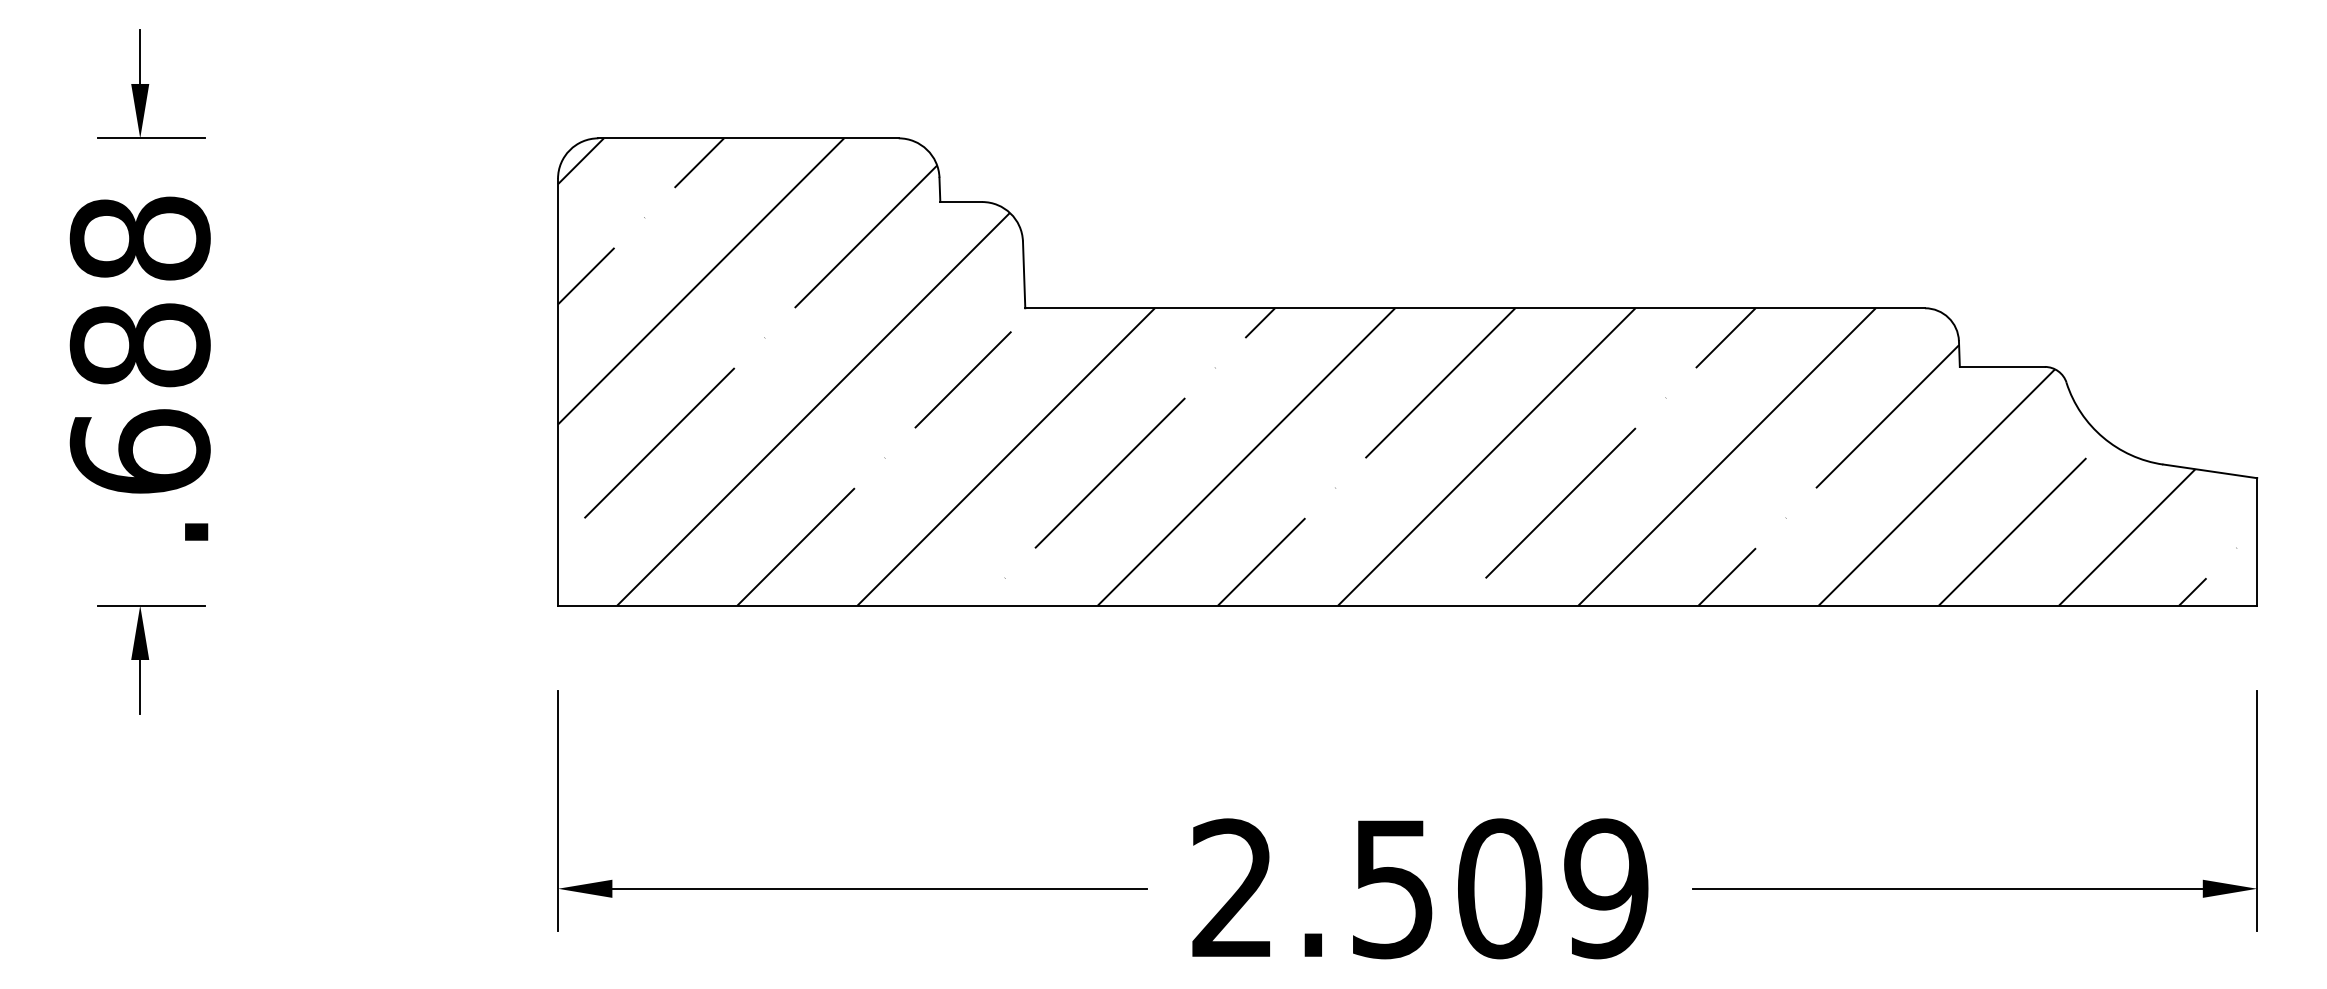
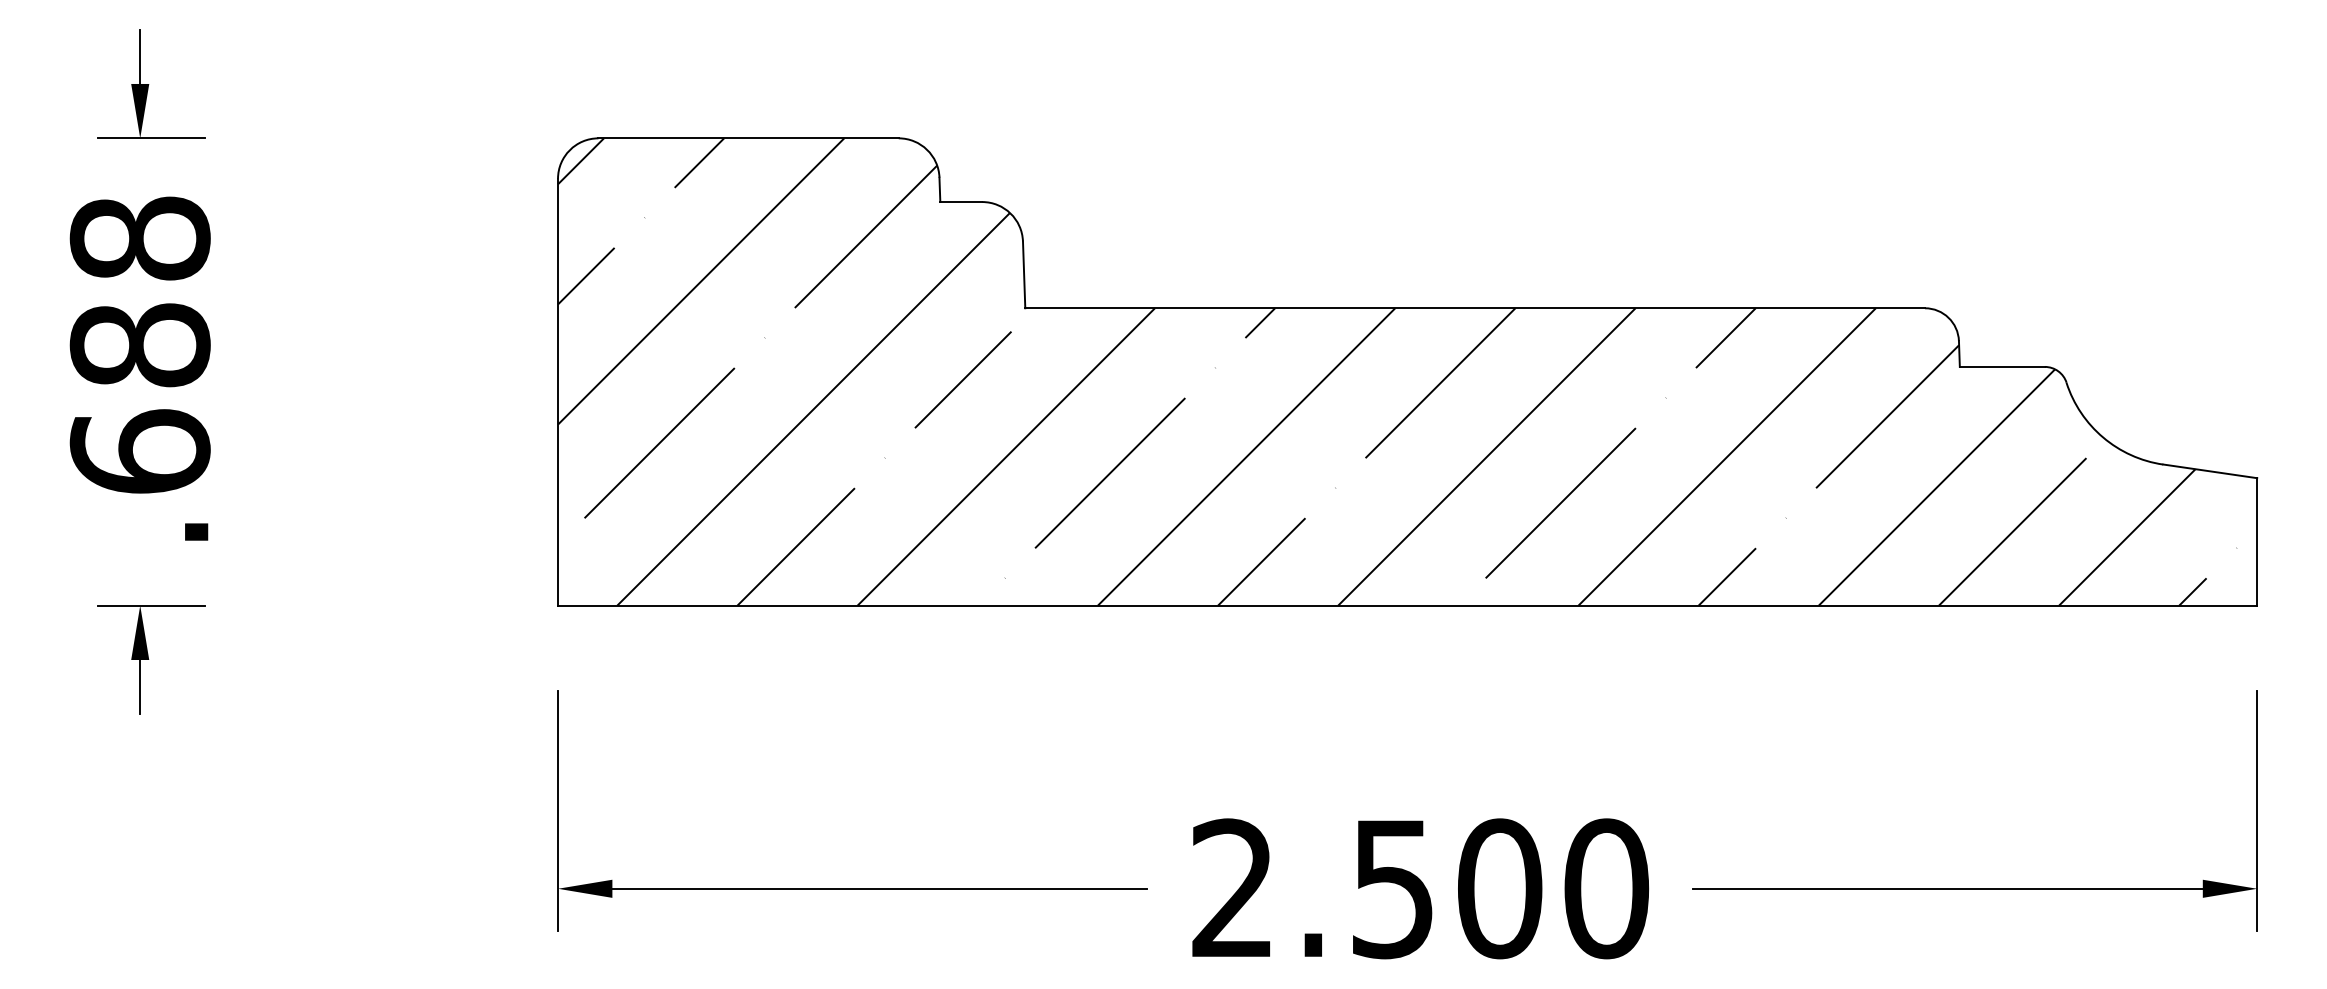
text at (1606, 888): 2.509 -> 2.500
